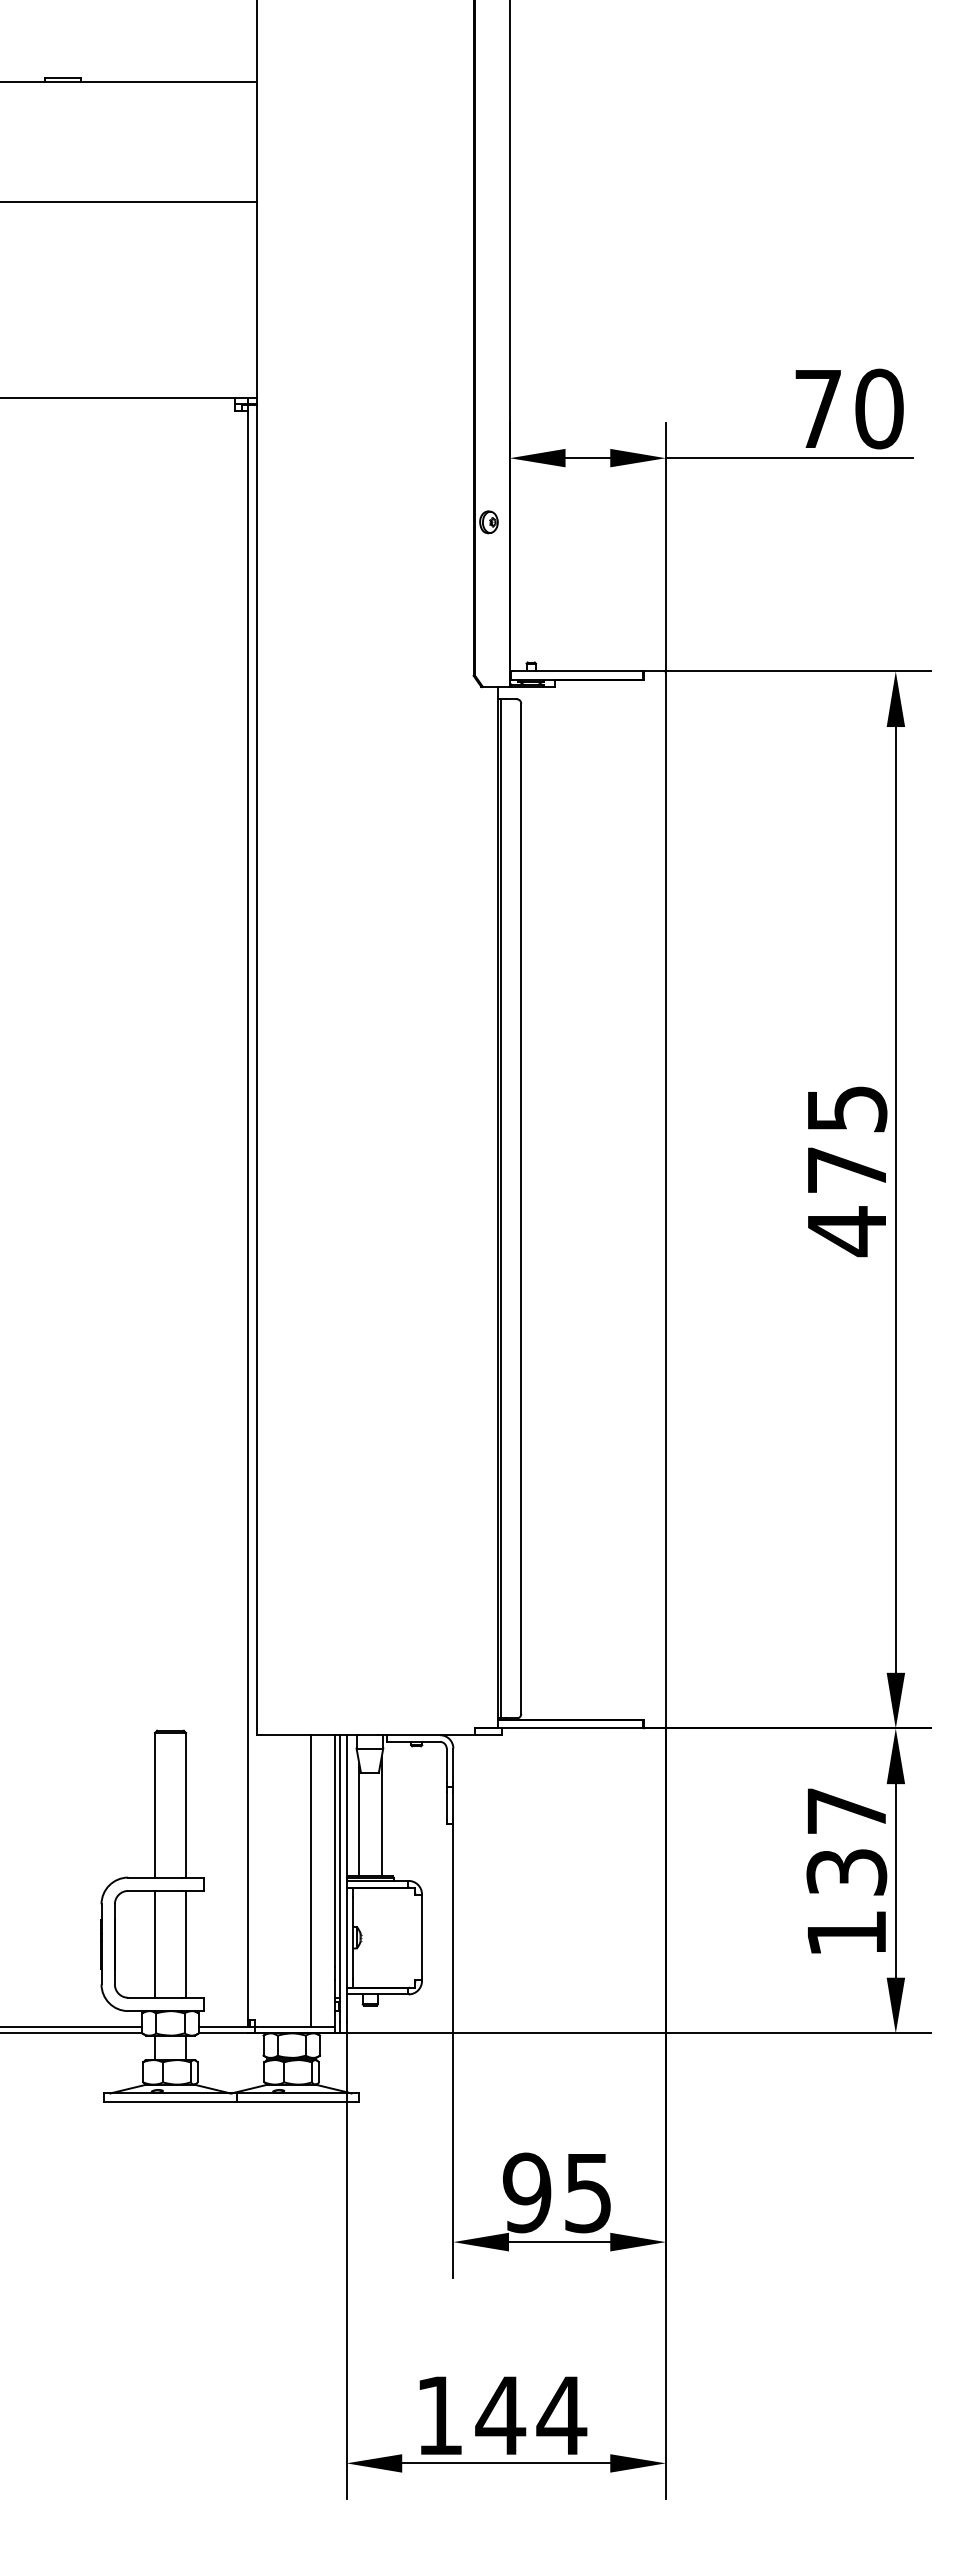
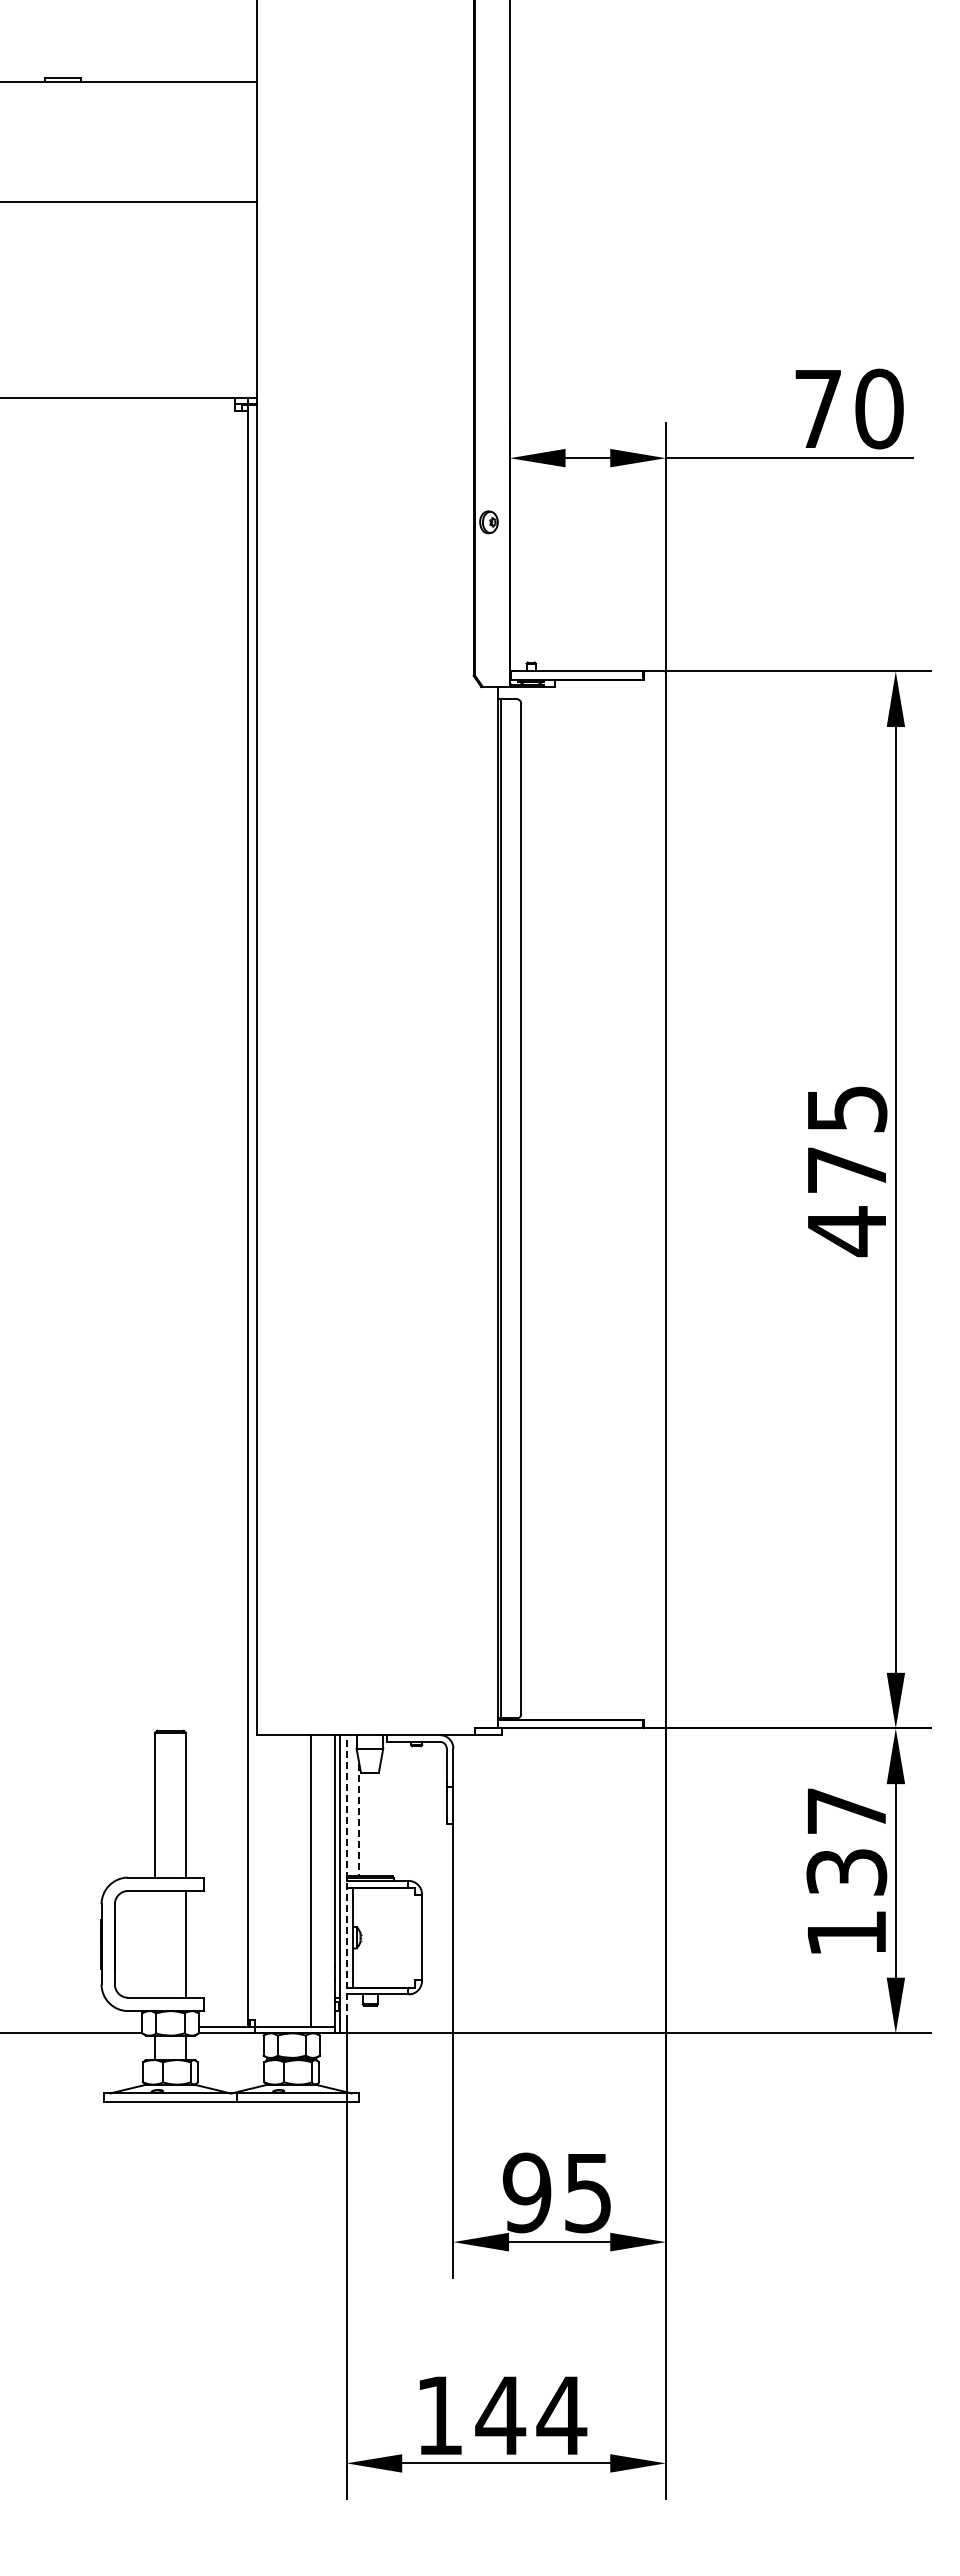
line at (381, 1816): present -> none
line at (359, 1820): solid -> dashed
line at (346, 1878): solid -> dashed
line at (154, 1943): present -> none
line at (72, 2026): present -> none
